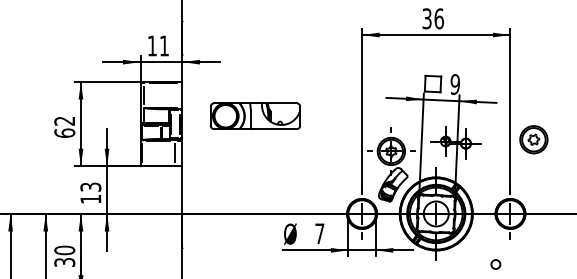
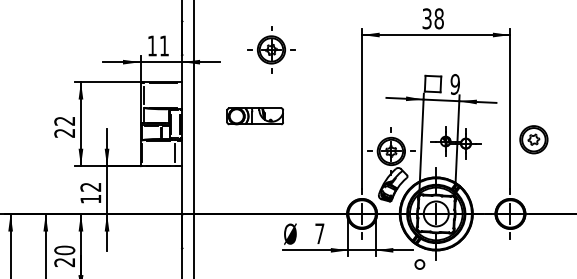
text at (438, 18): 36 -> 38
part at (271, 49): none -> present
part at (255, 115) size: 91x28 px -> 58x19 px
text at (64, 132): 62 -> 22
line at (194, 138): none -> present
text at (90, 186): 13 -> 12
text at (64, 262): 30 -> 20
circle at (495, 264) position: (495, 264) -> (419, 264)
